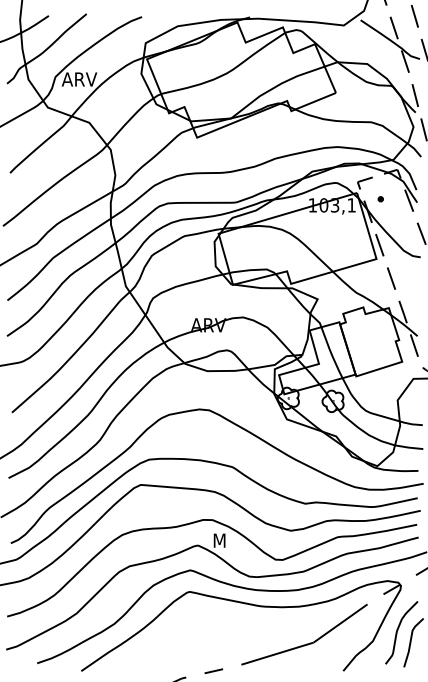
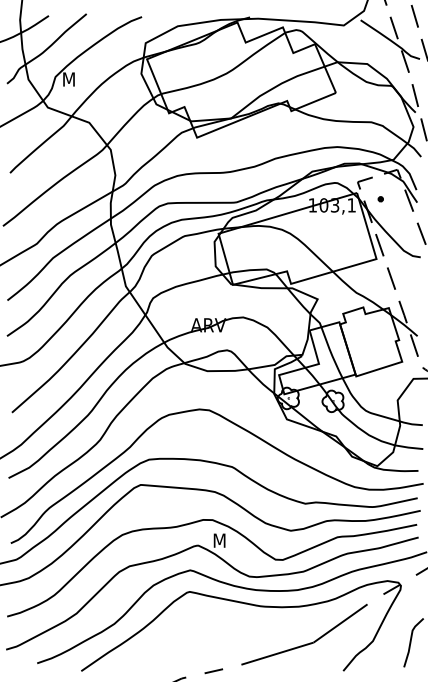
text at (79, 79): ARV -> M
curve at (398, 630): present -> none
